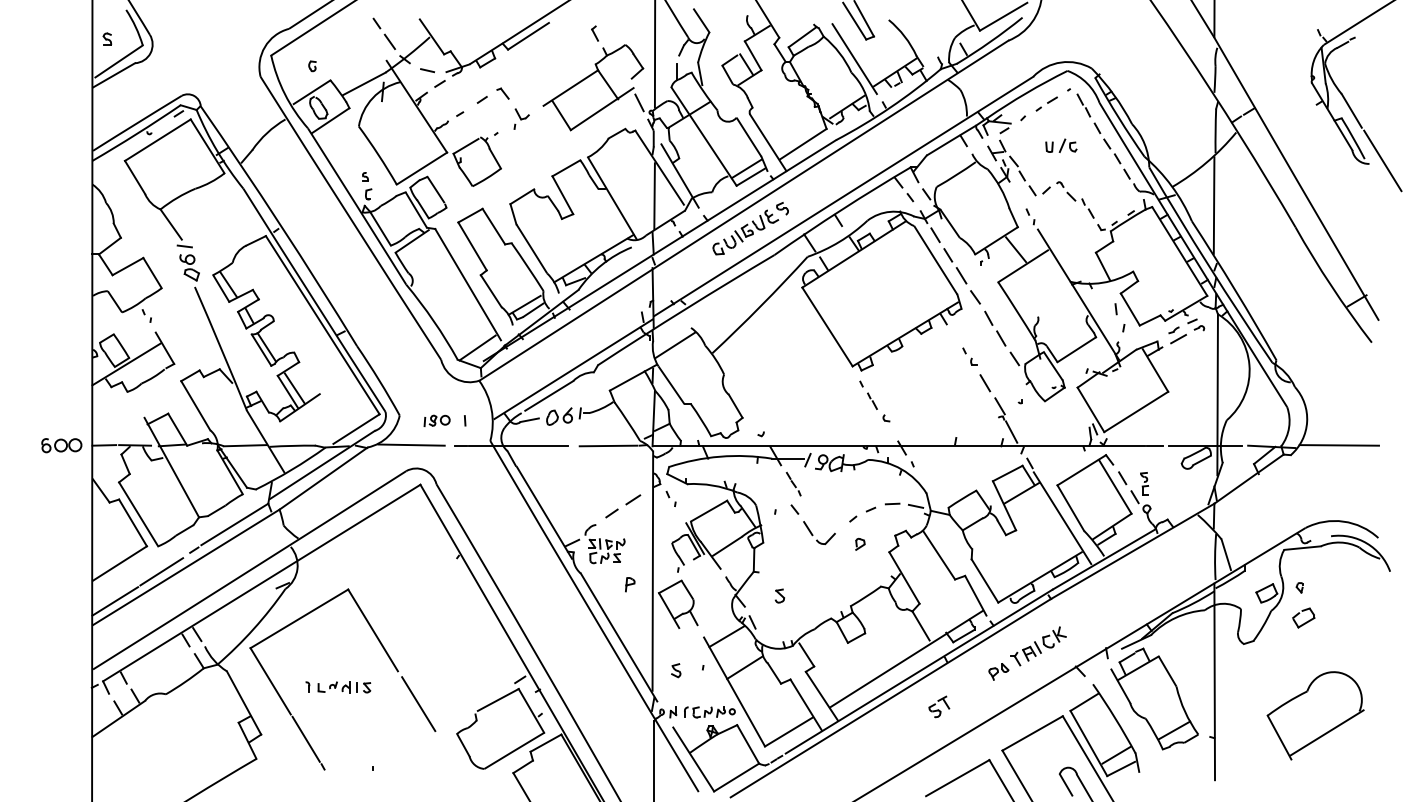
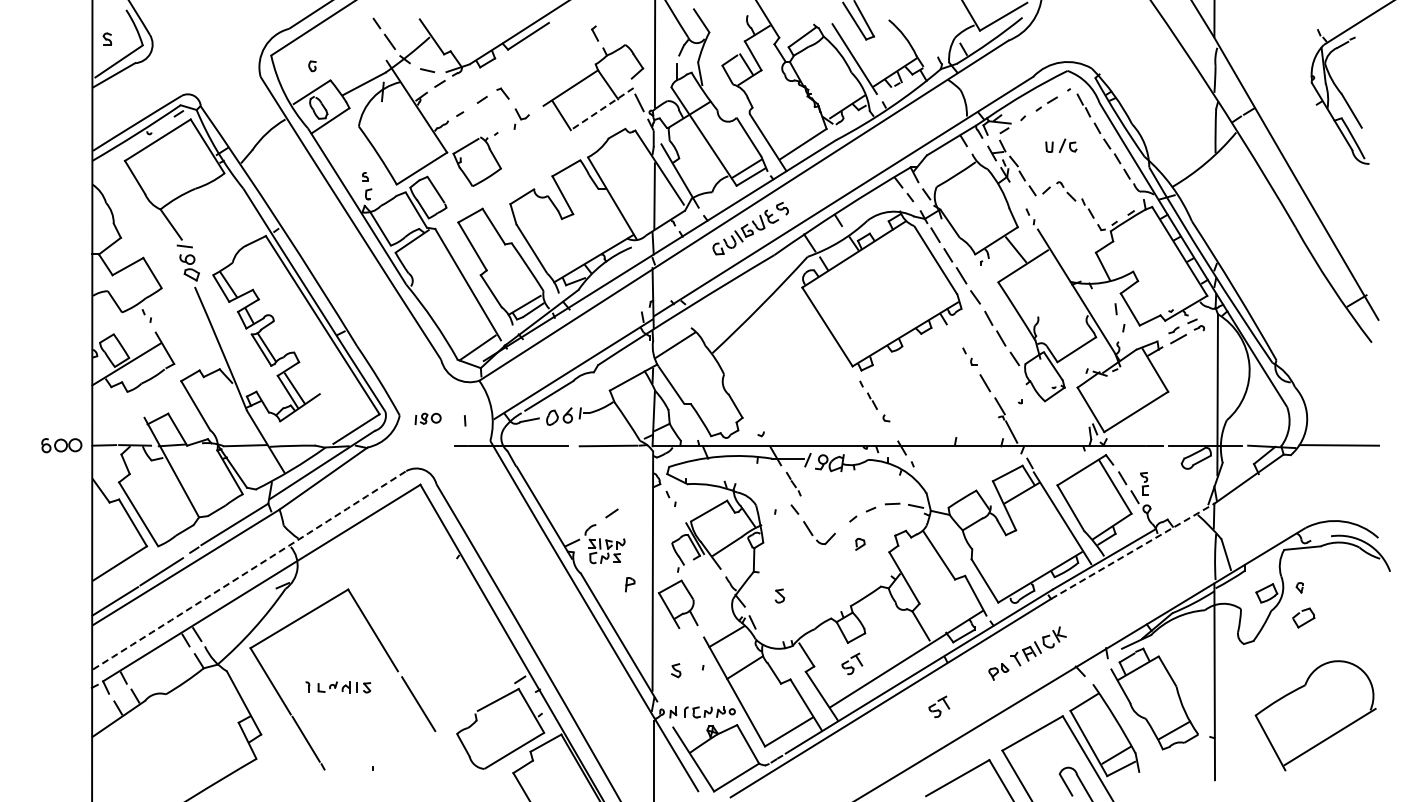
line at (602, 109): solid -> dashed
line at (1382, 160): present -> none
line at (1213, 205): present -> none
part at (436, 420) position: (436, 420) -> (427, 418)
line at (411, 444): present -> none
line at (633, 499): present -> none
line at (1132, 551): solid -> dashed
arc at (249, 570): solid -> dashed
part at (852, 663): none -> present
part at (1315, 715) size: 99x90 px -> 123x112 px
